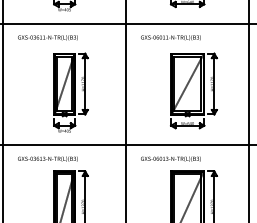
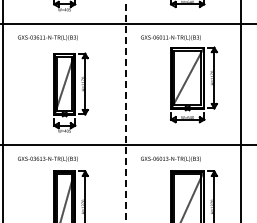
part at (193, 90) position: (193, 90) -> (193, 84)
line at (249, 110) position: (249, 110) -> (241, 110)
line at (126, 111): solid -> dashed
